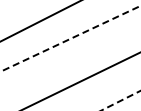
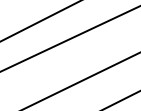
line at (70, 38): dashed -> solid
line at (120, 101): dashed -> solid
